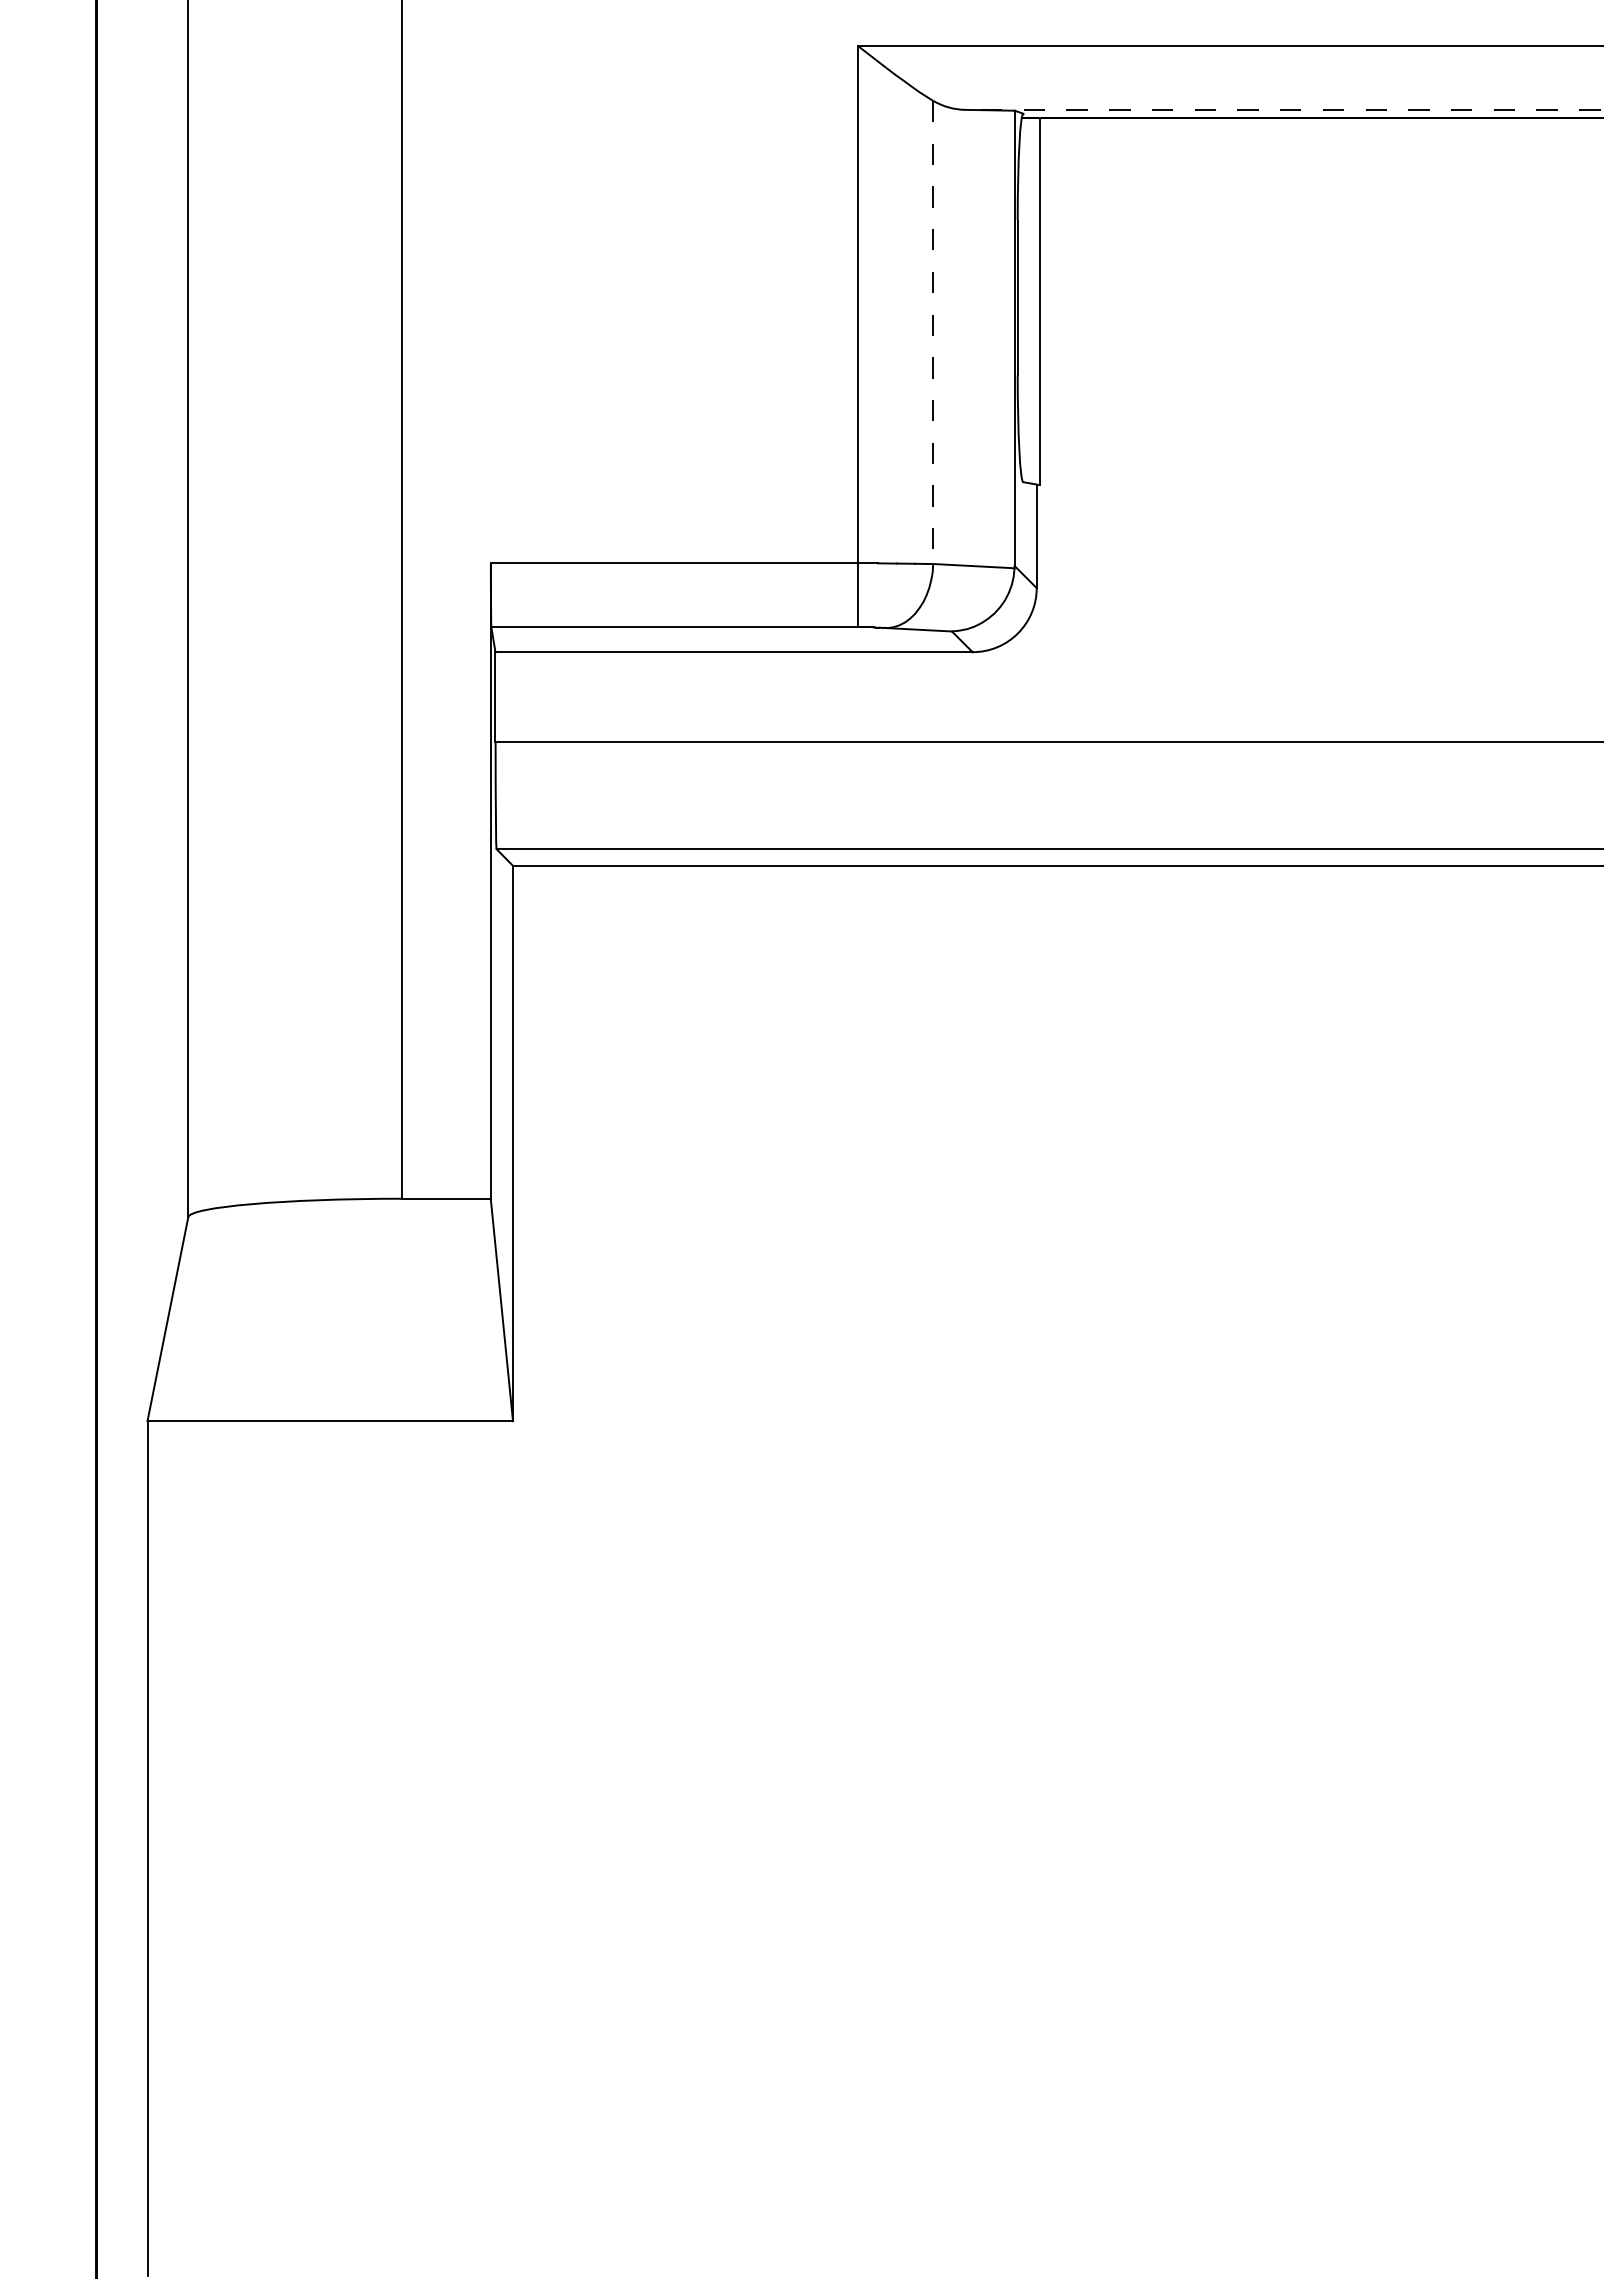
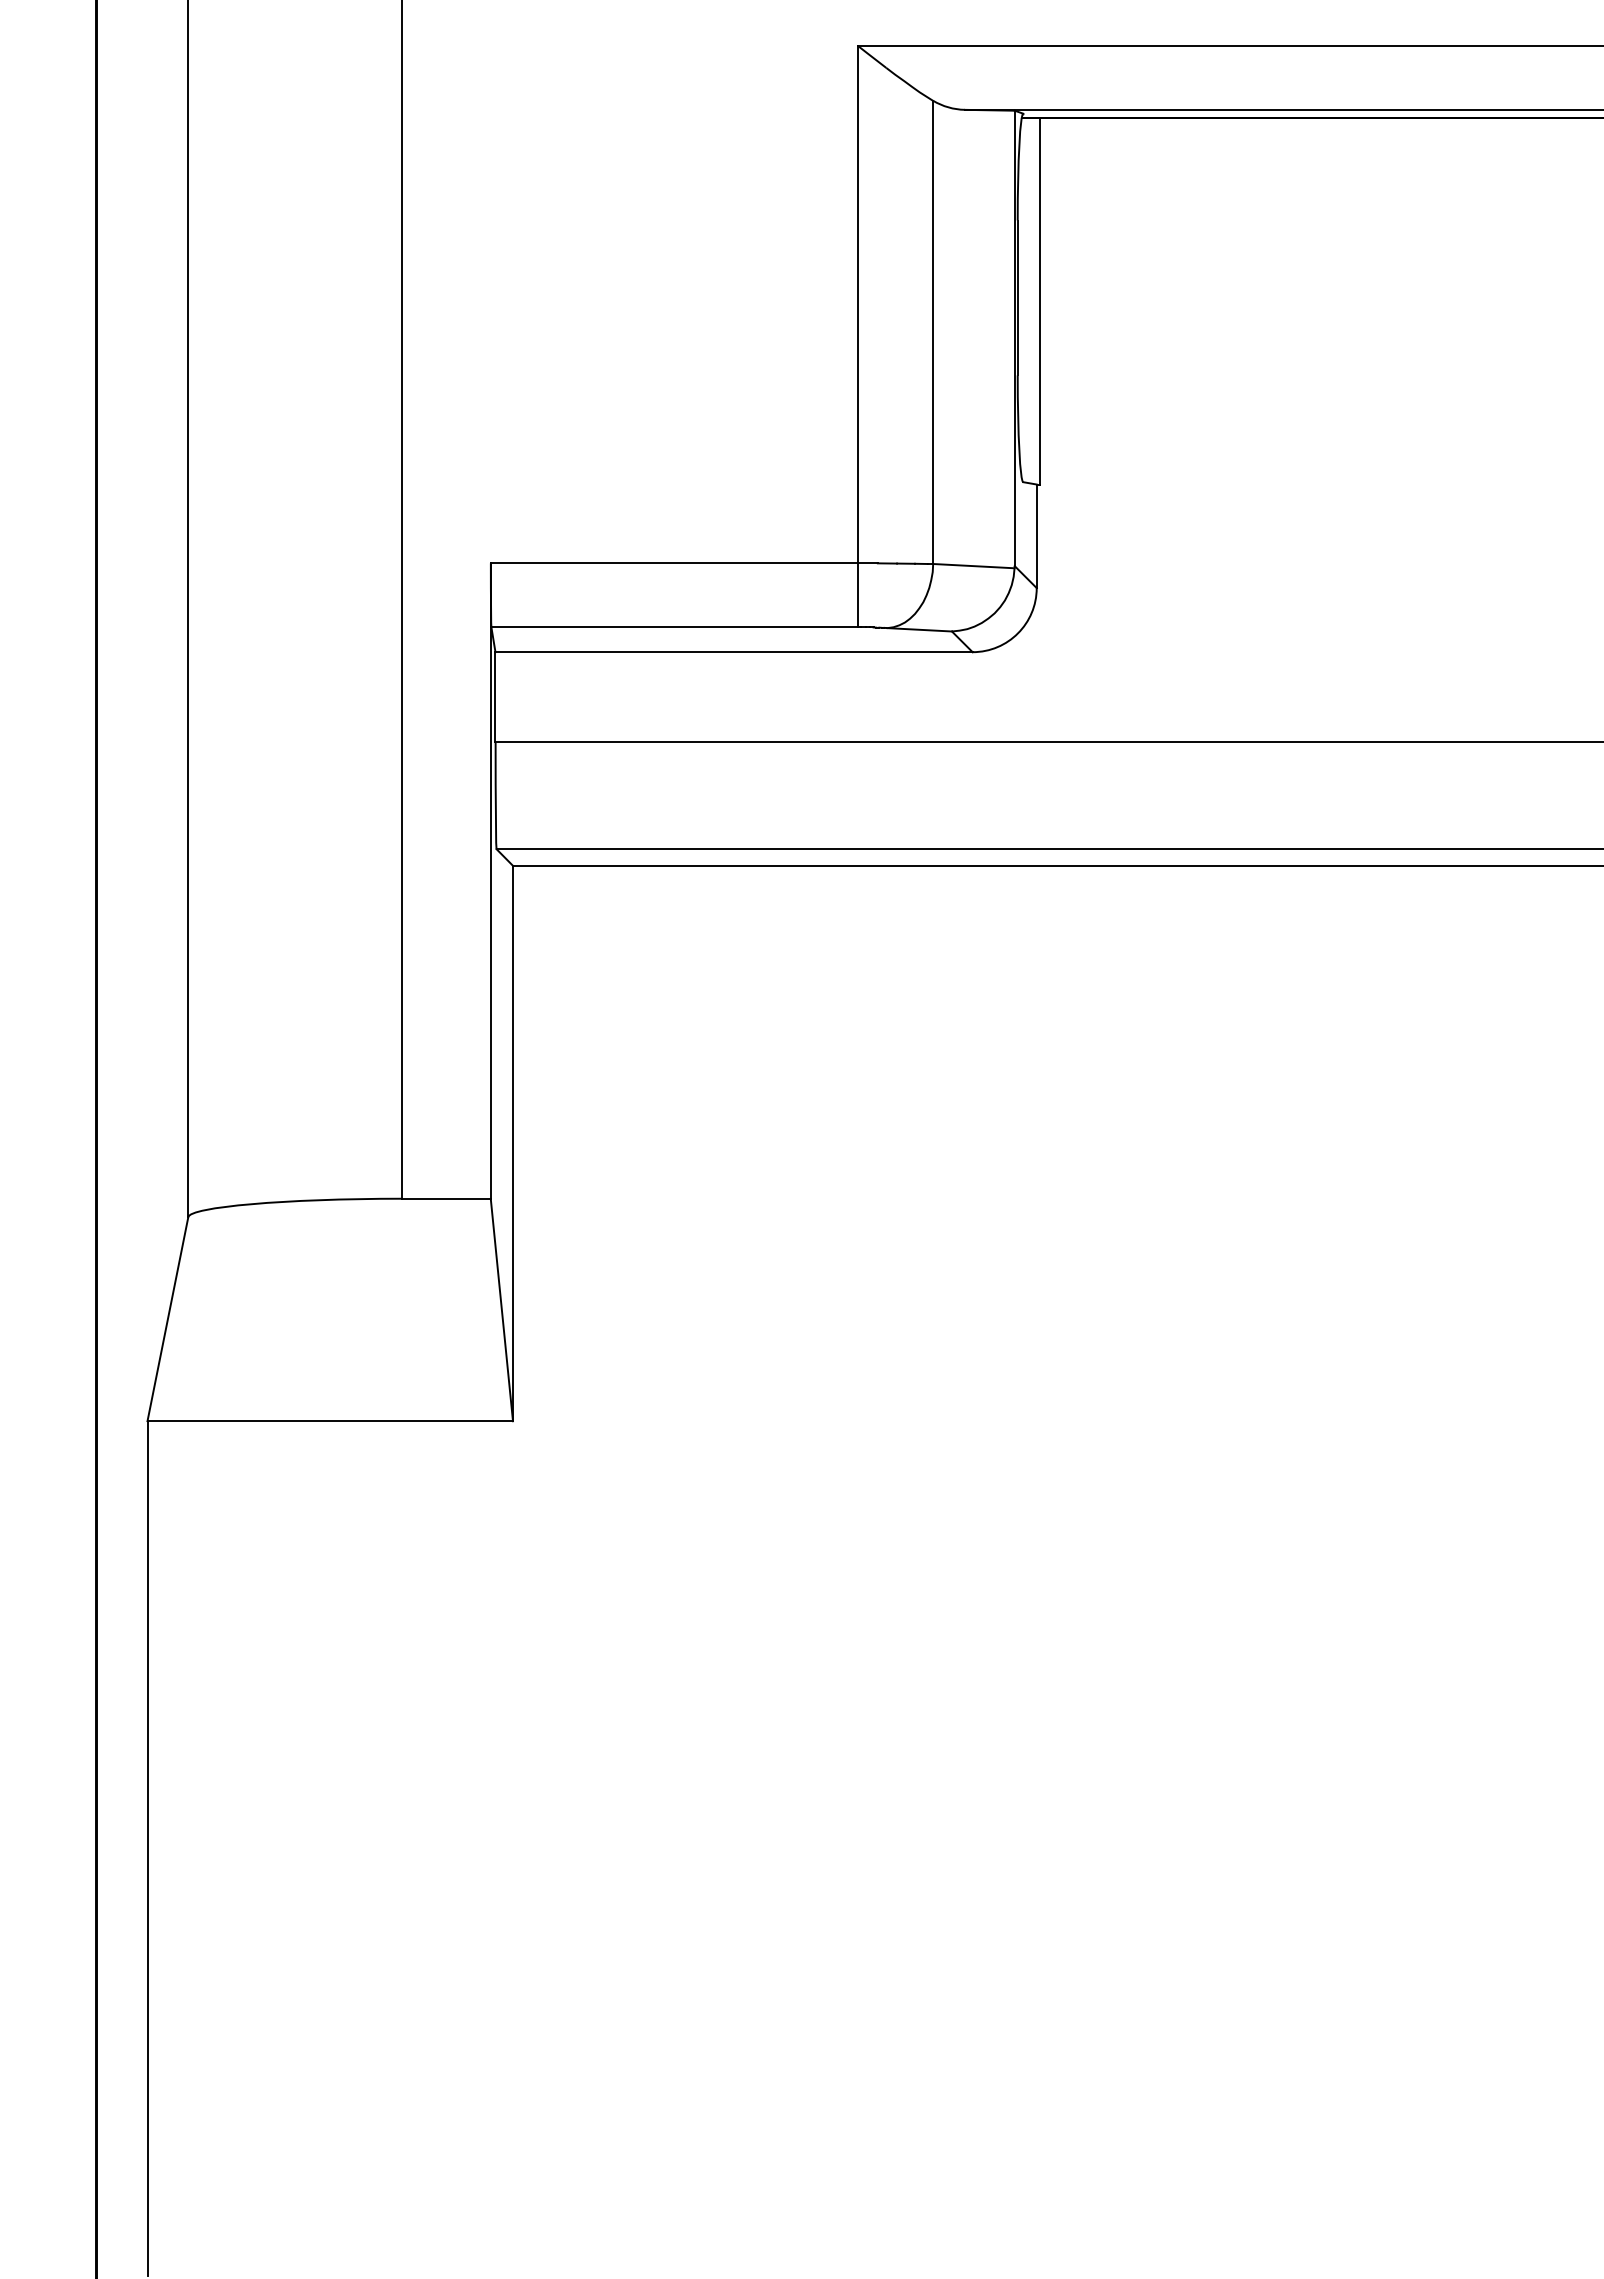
line at (1283, 109): dashed -> solid
line at (933, 332): dashed -> solid
